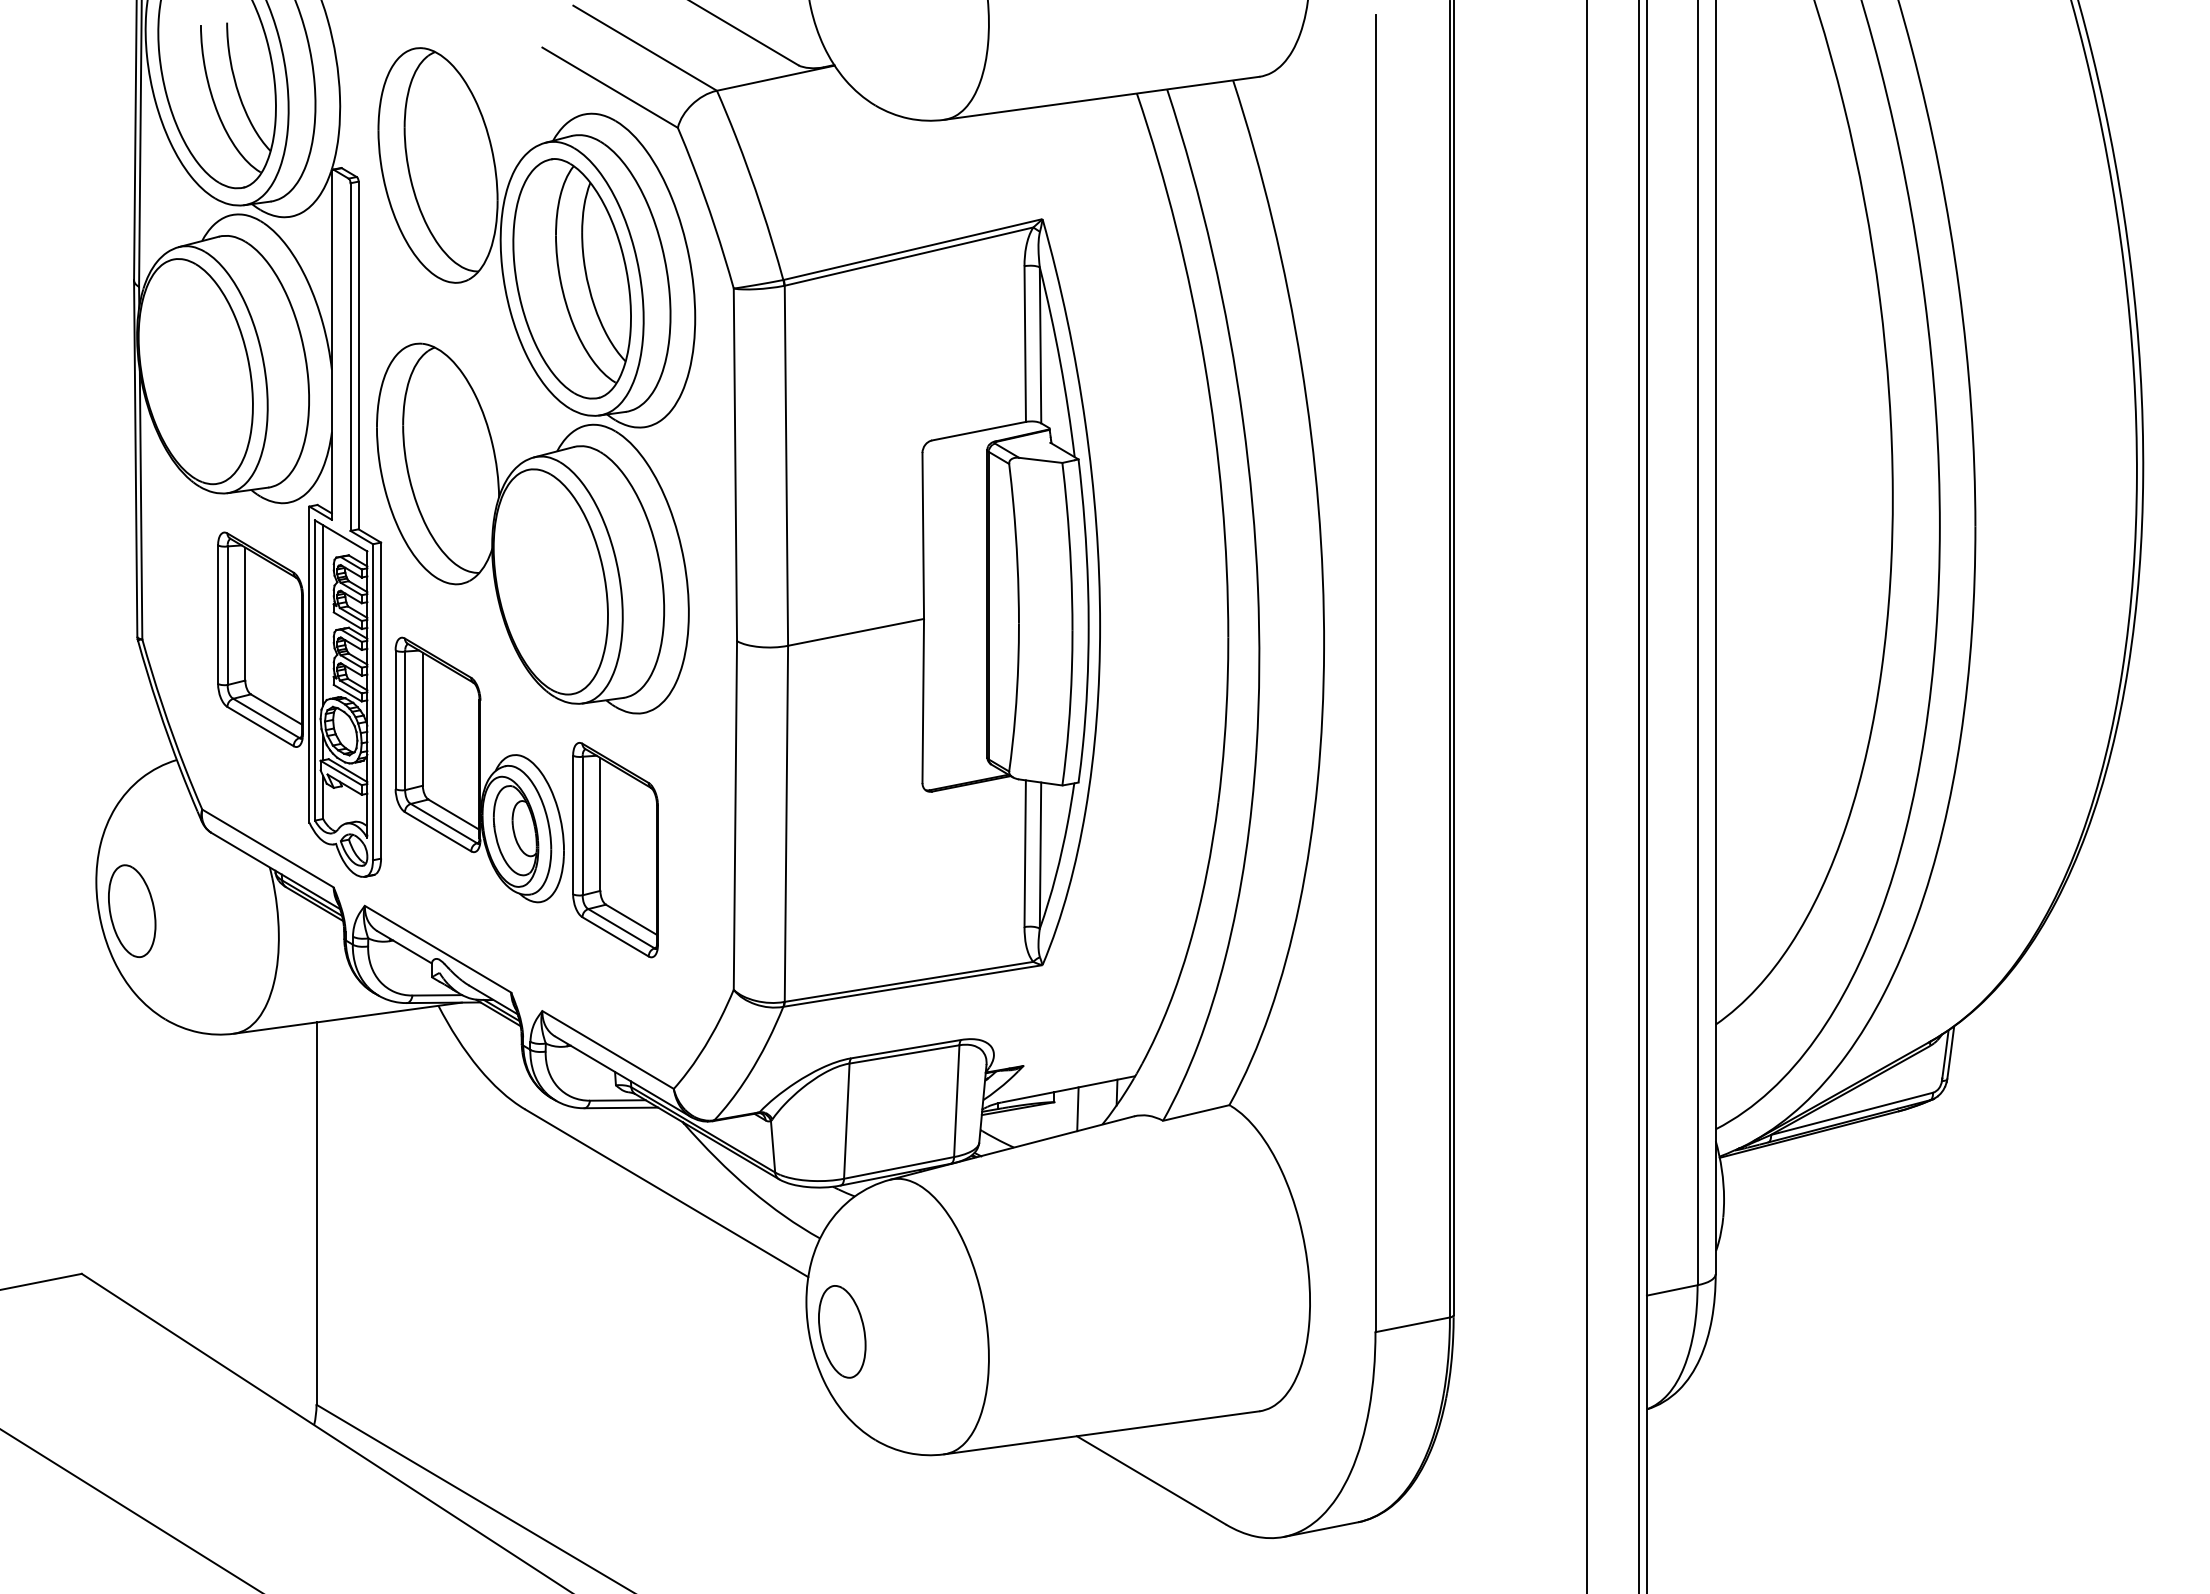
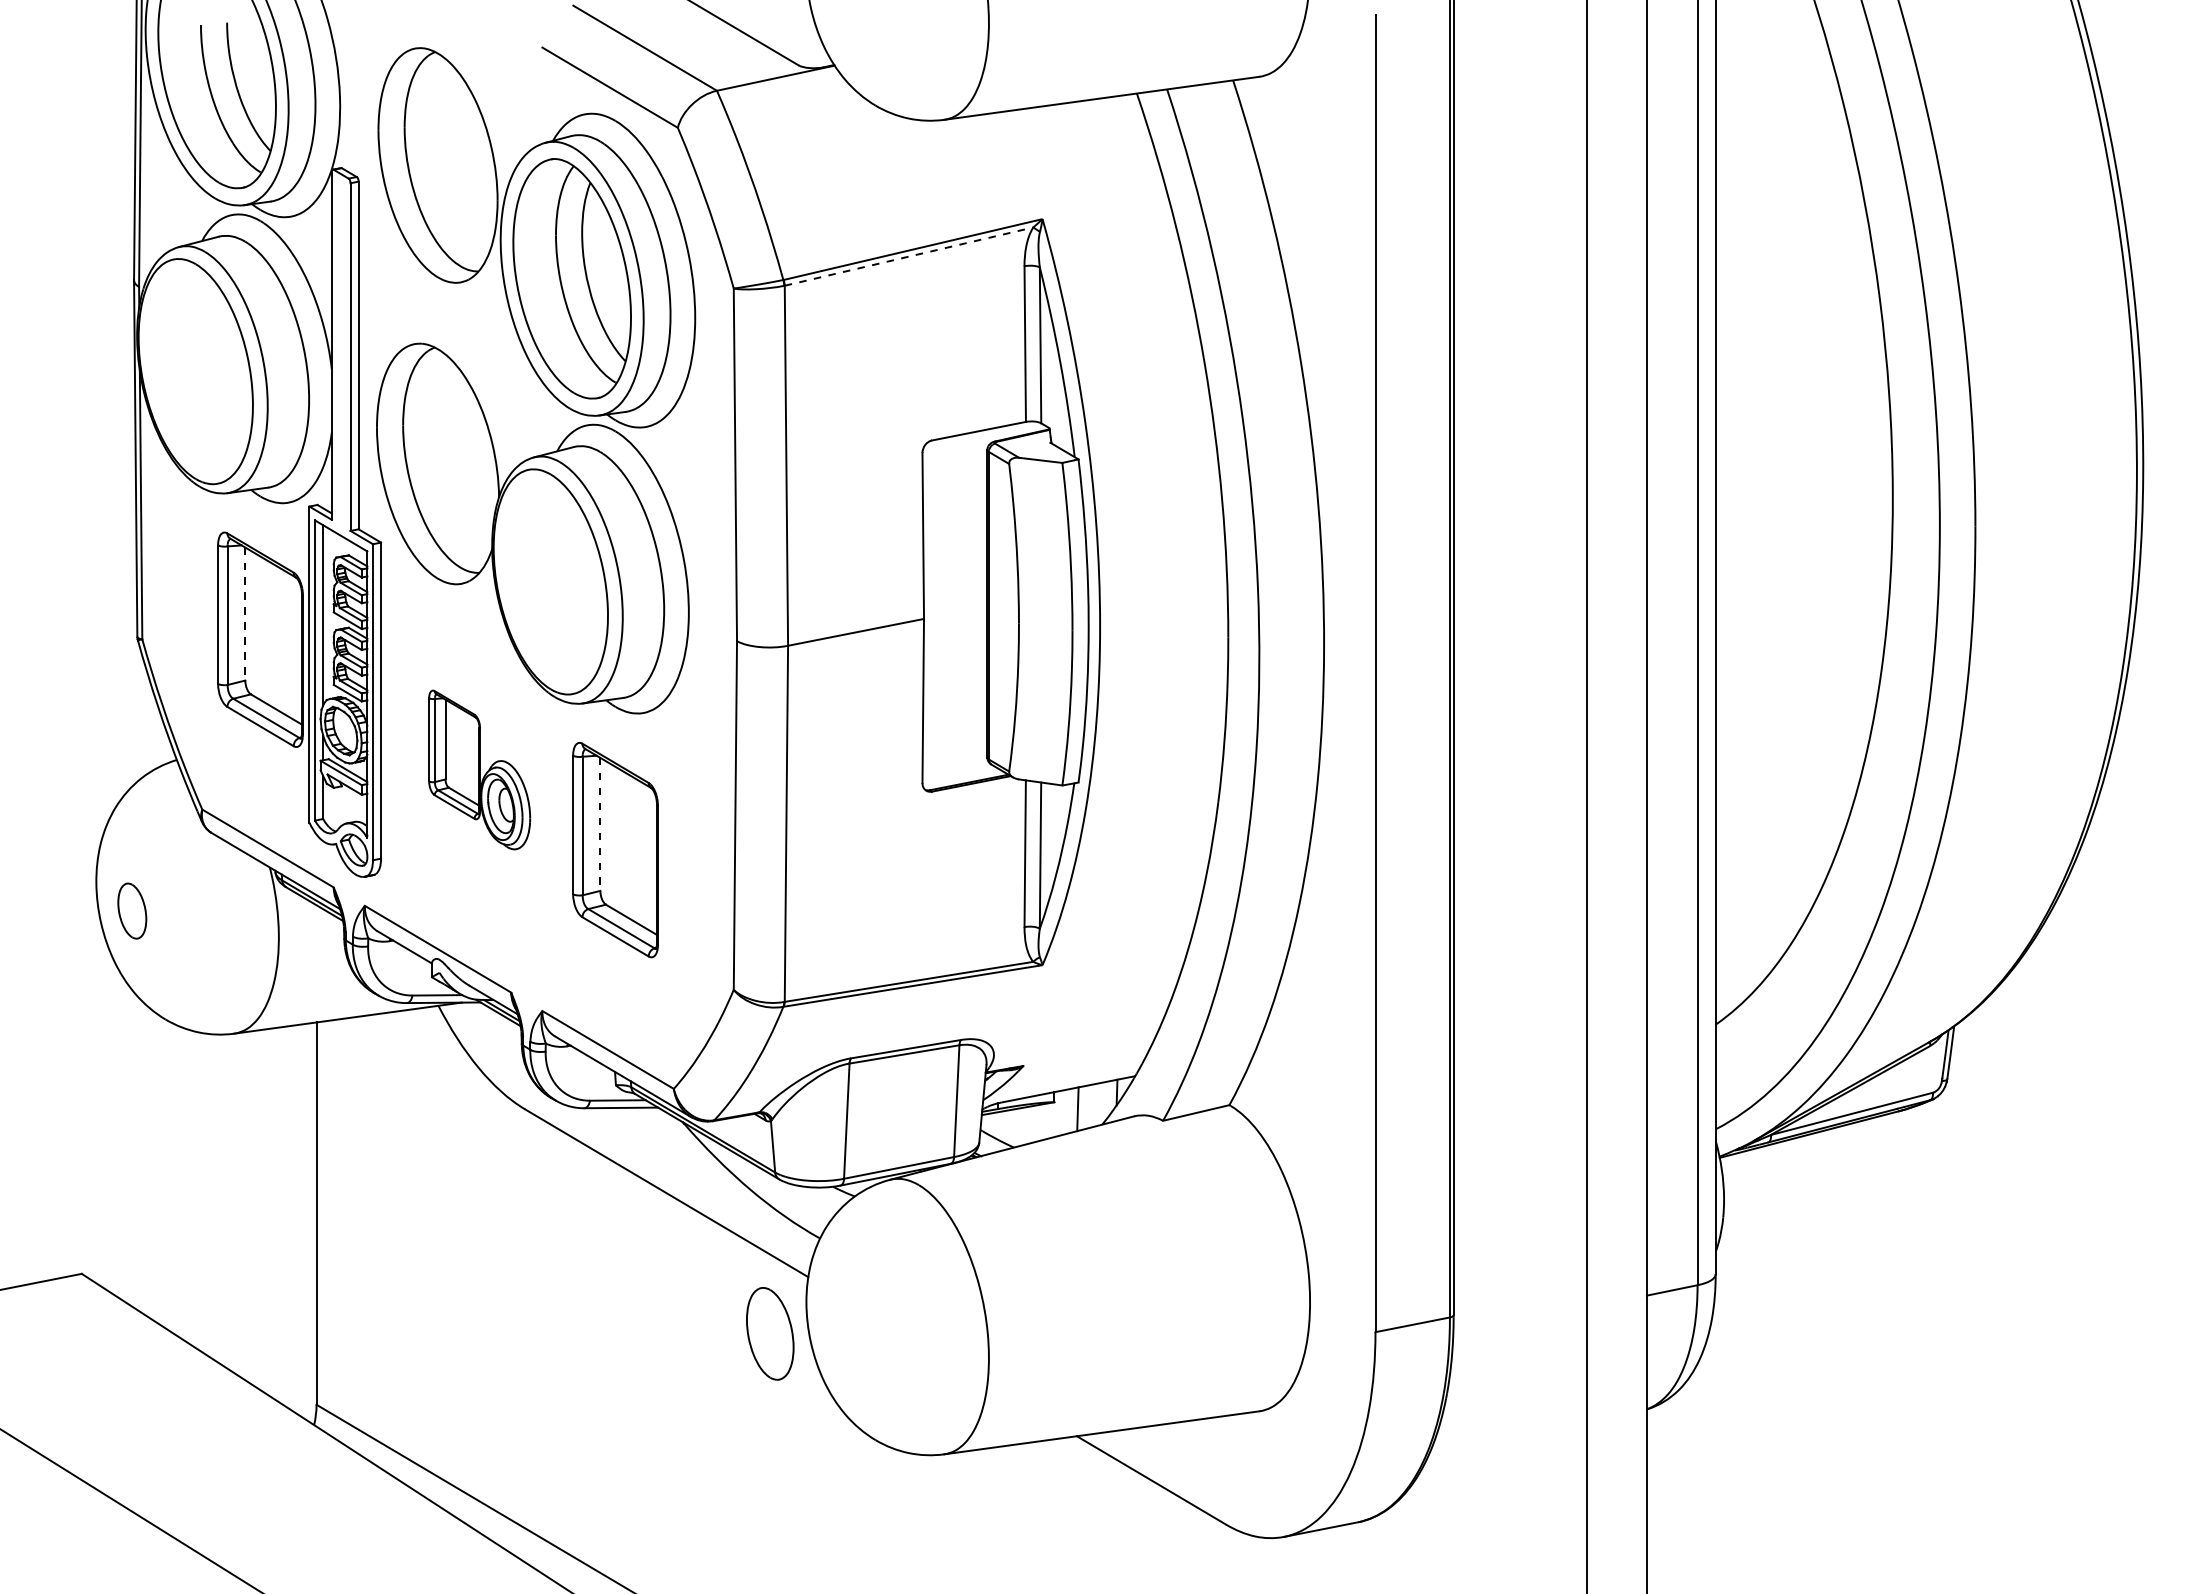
line at (909, 256): solid -> dashed
line at (245, 614): solid -> dashed
part at (479, 769) size: 171x268 px -> 104x162 px
line at (1638, 796): present -> none
line at (600, 824): solid -> dashed
part at (132, 910) size: 49x94 px -> 31x58 px
part at (842, 1331) position: (842, 1331) -> (770, 1333)
